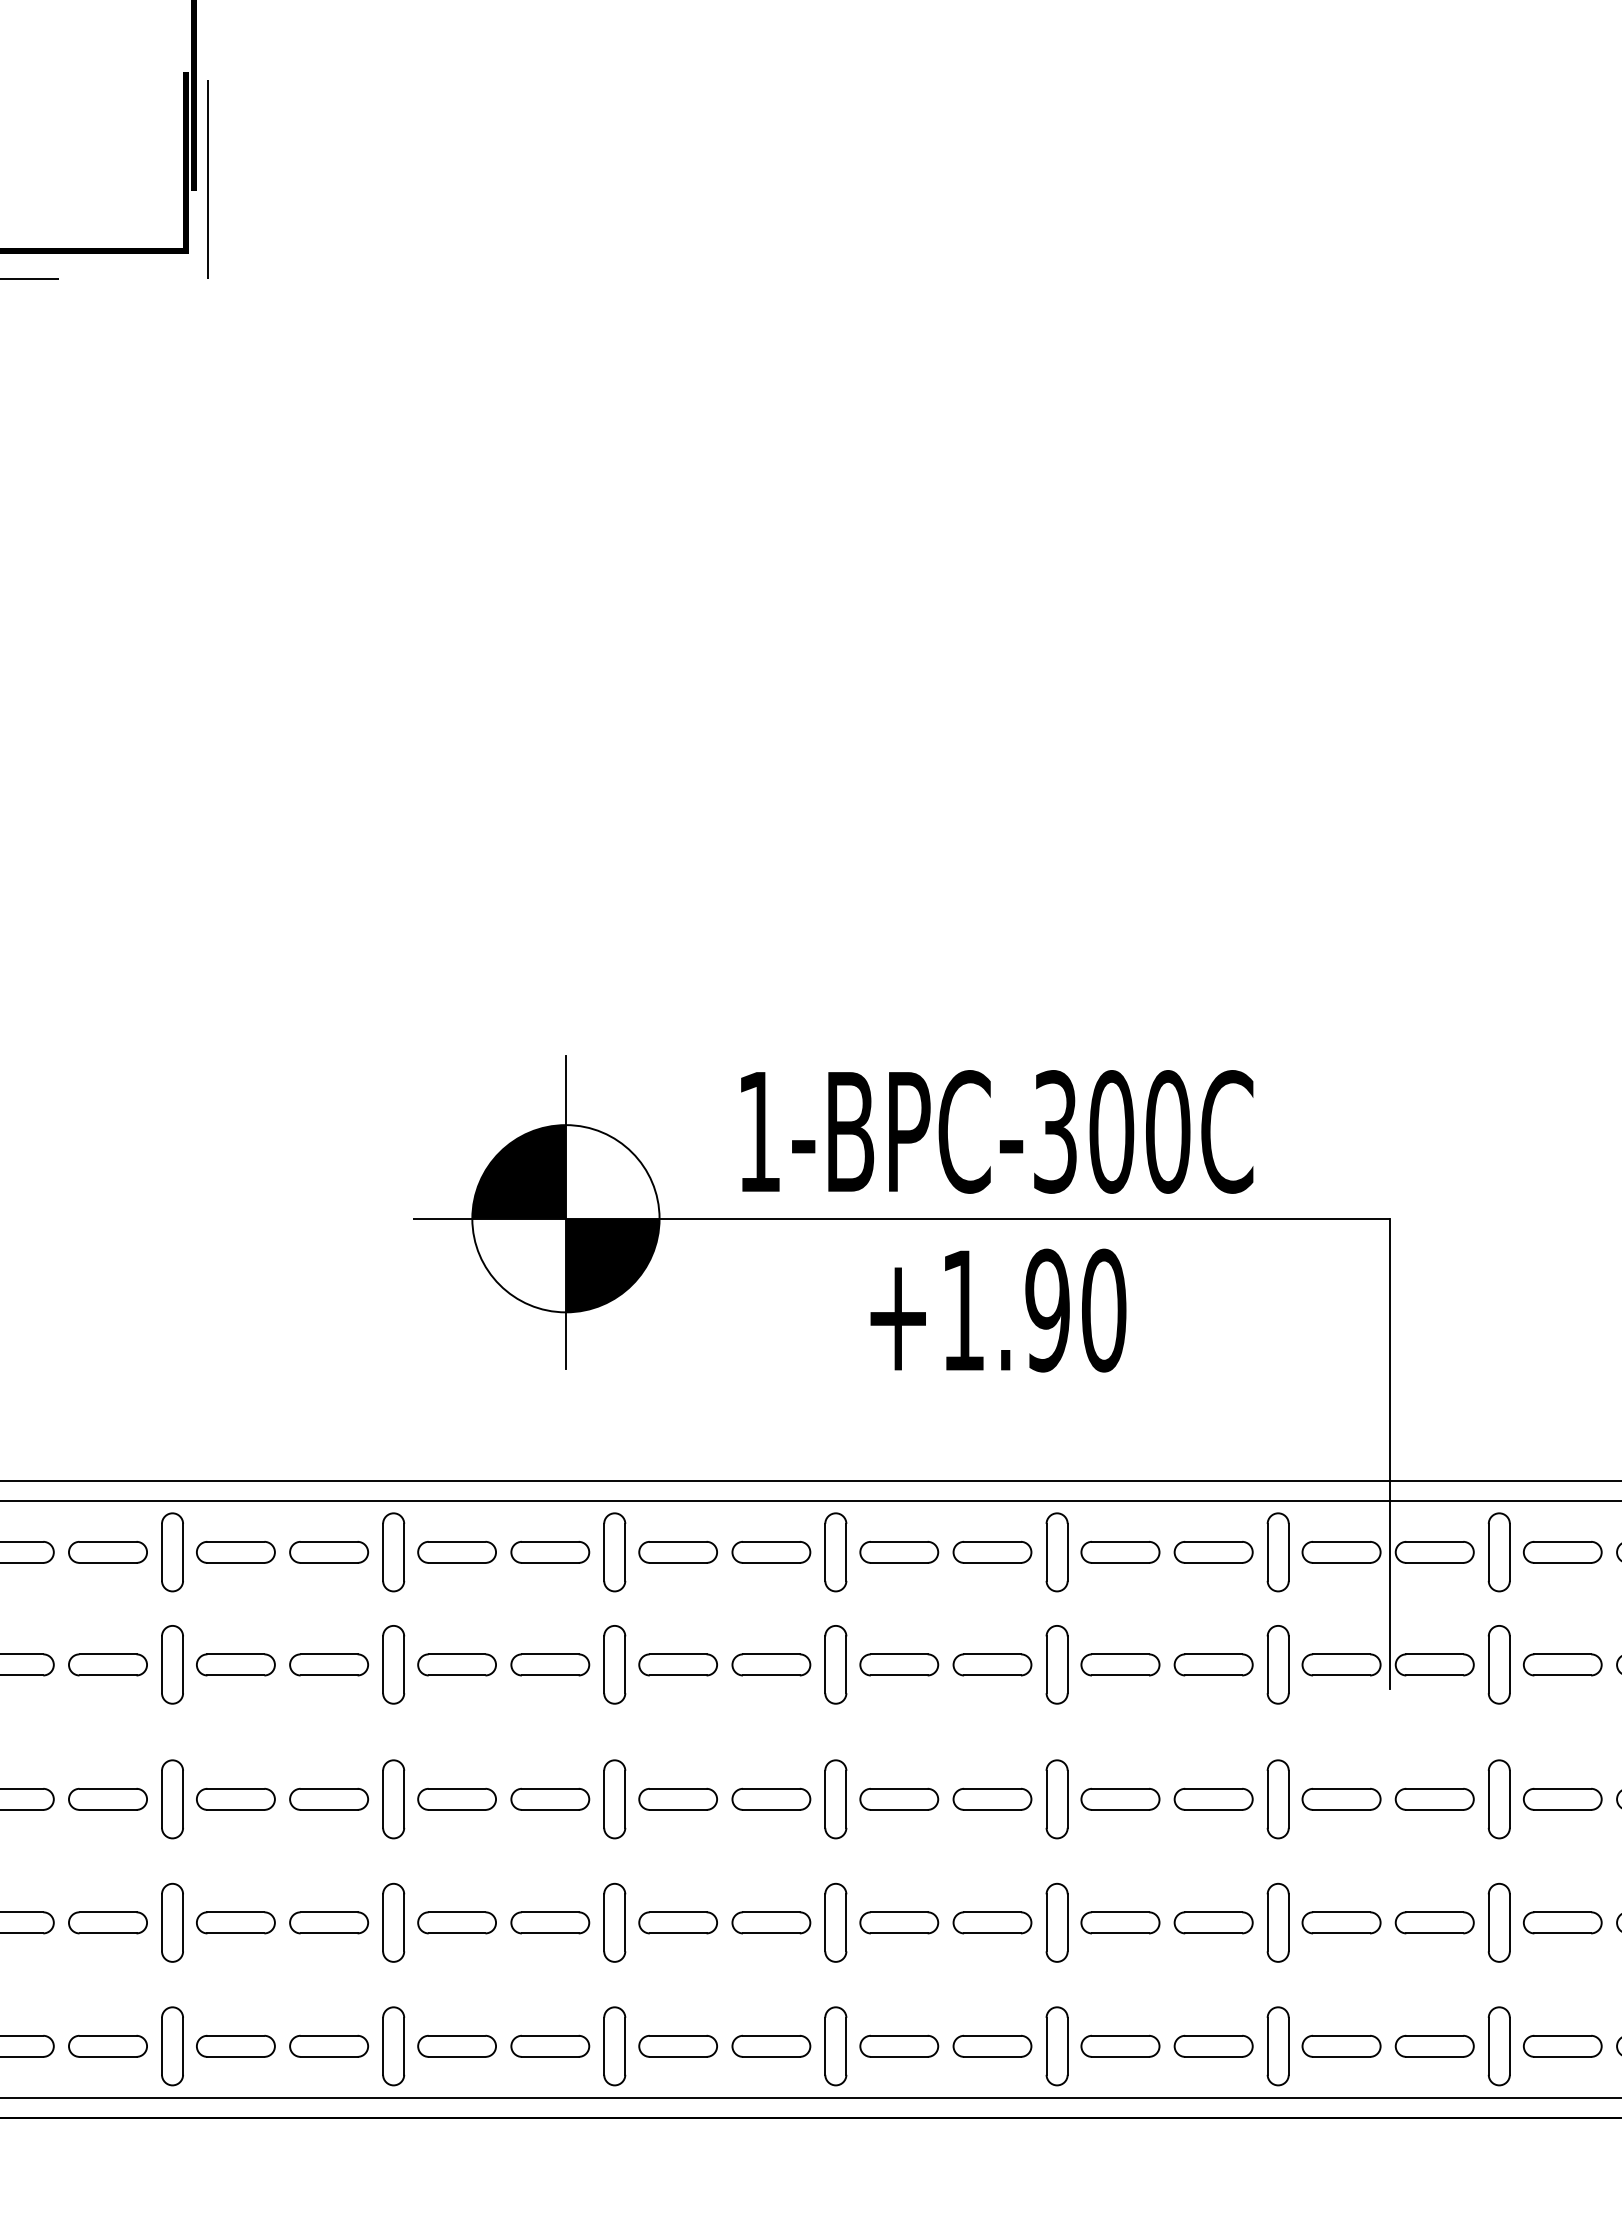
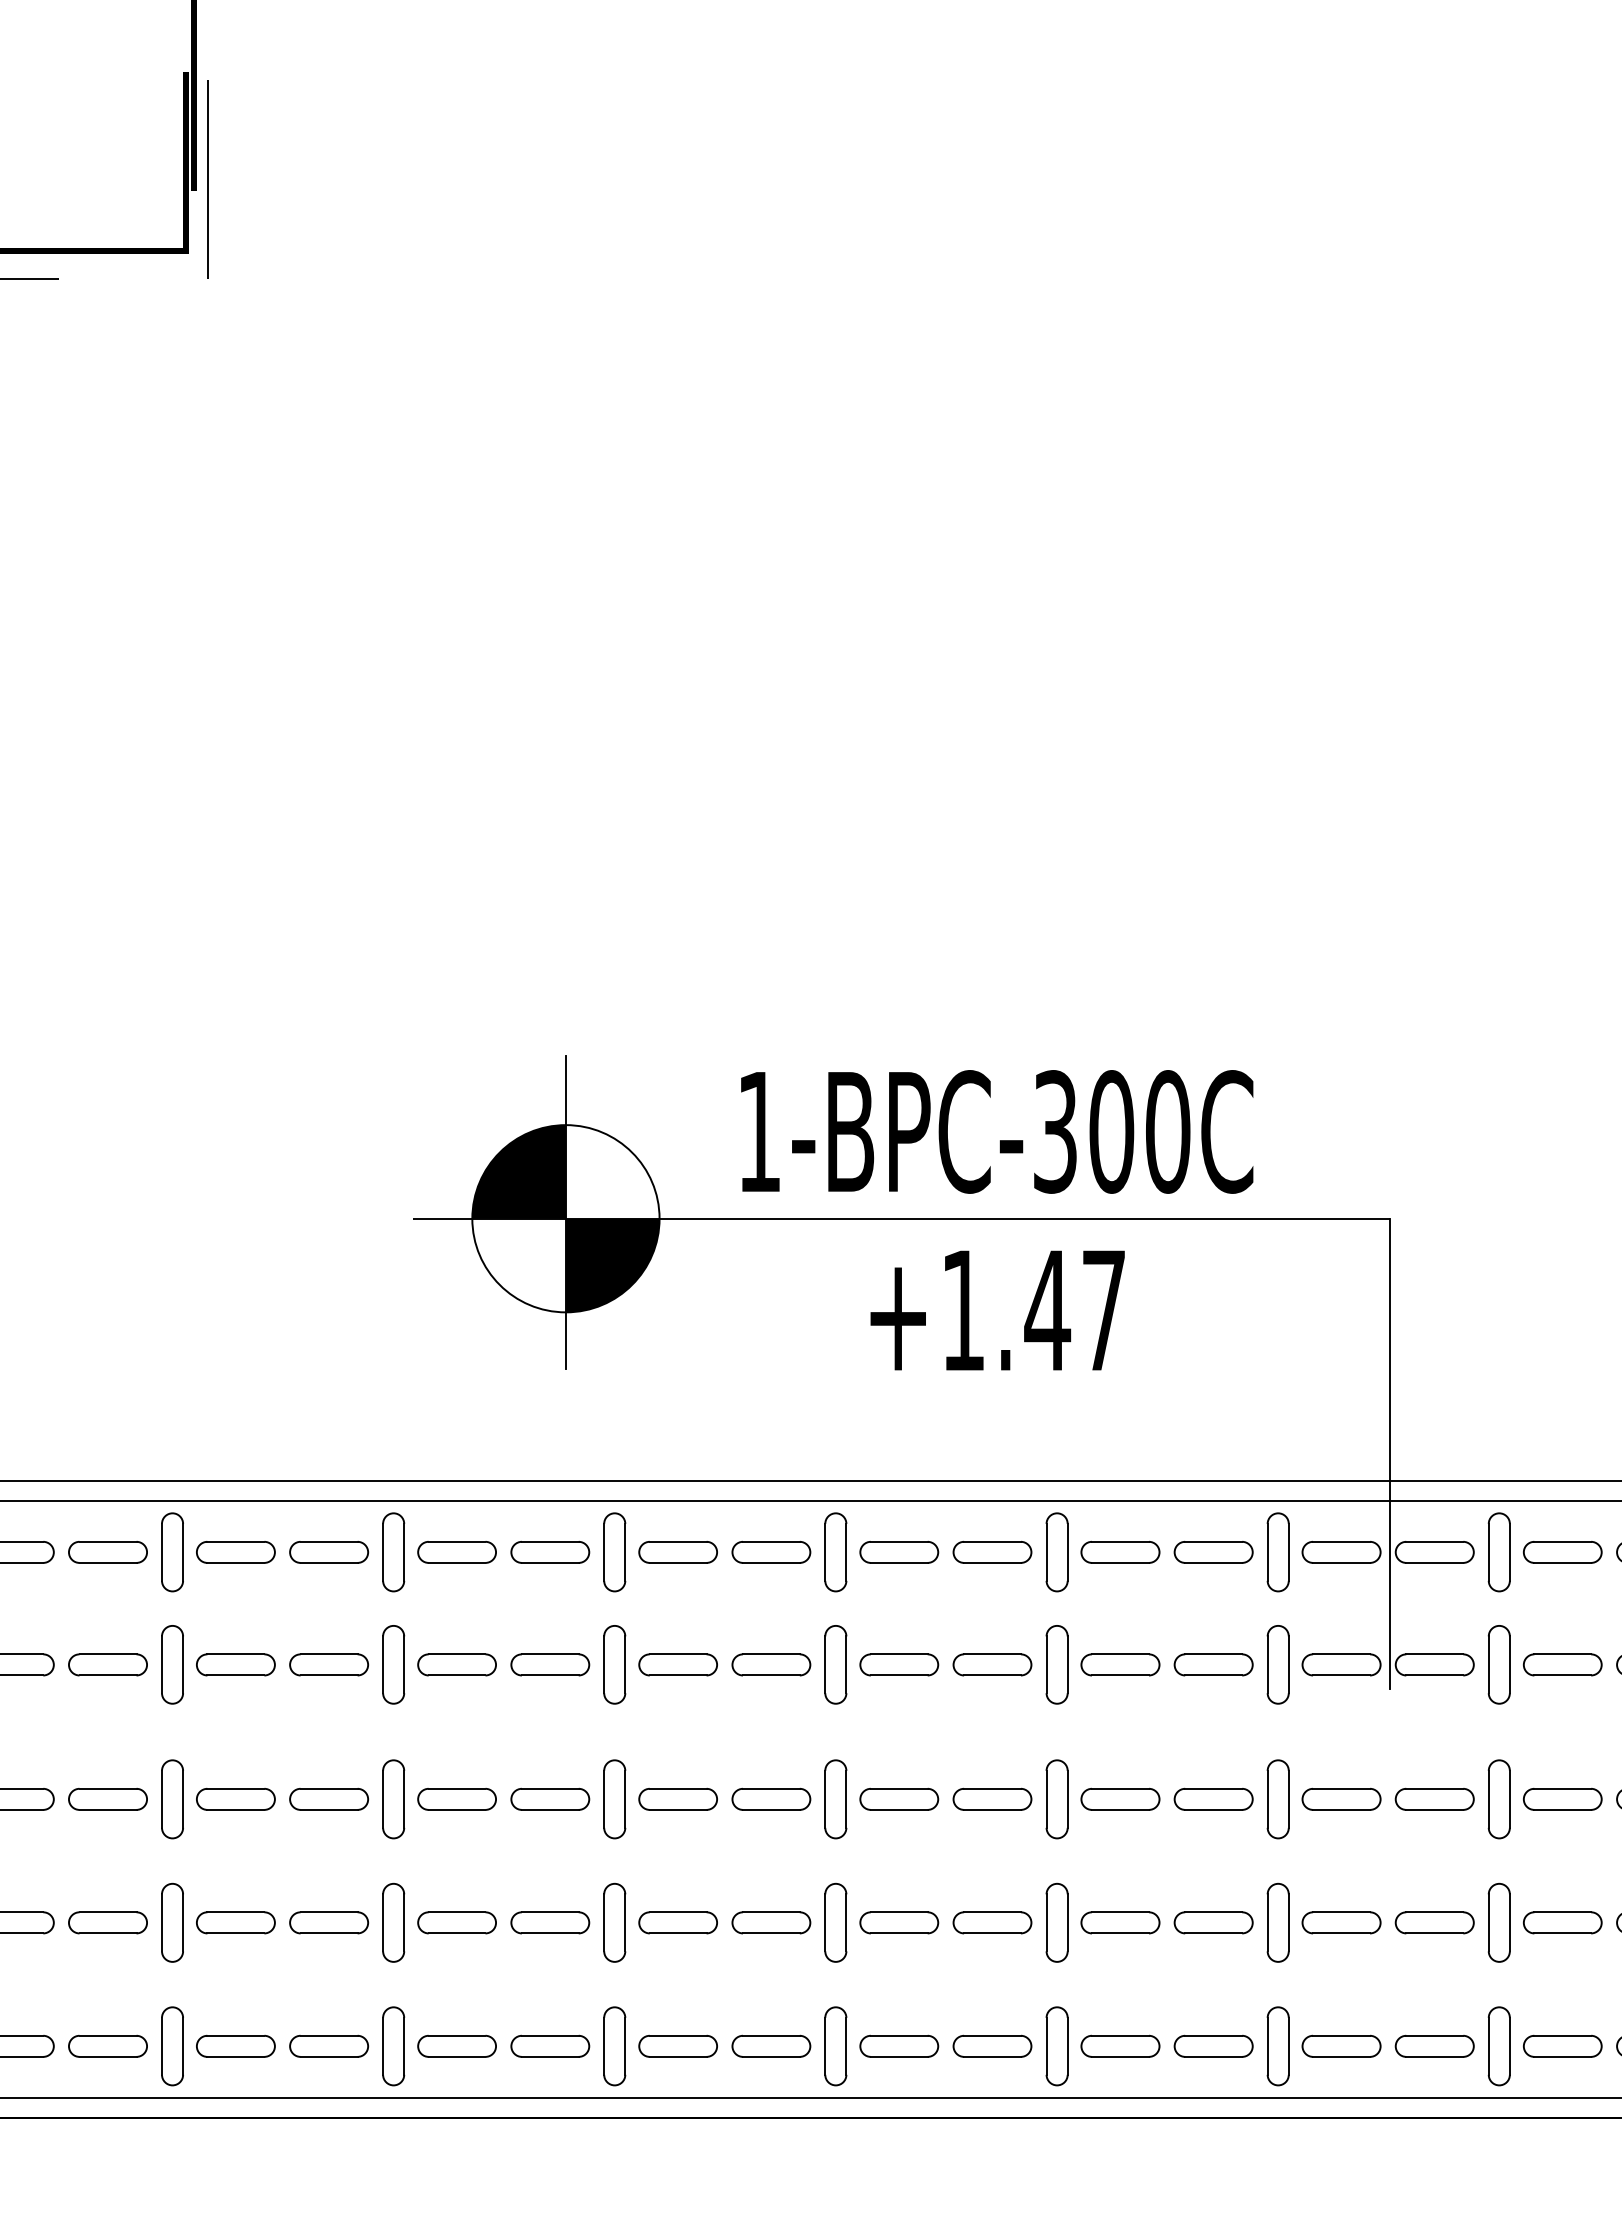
text at (1075, 1310): +1.90 -> +1.47
